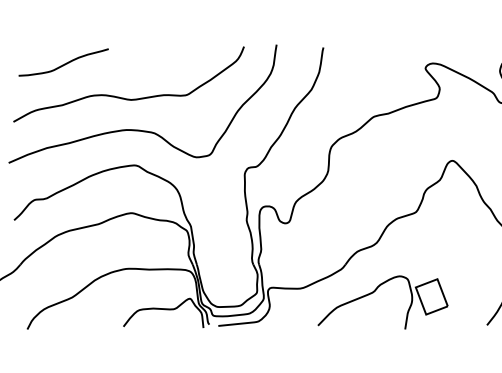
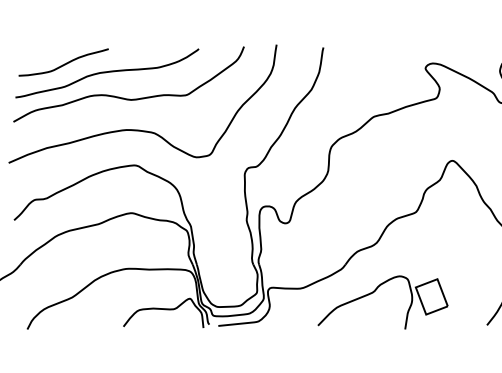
curve at (107, 72): none -> present
